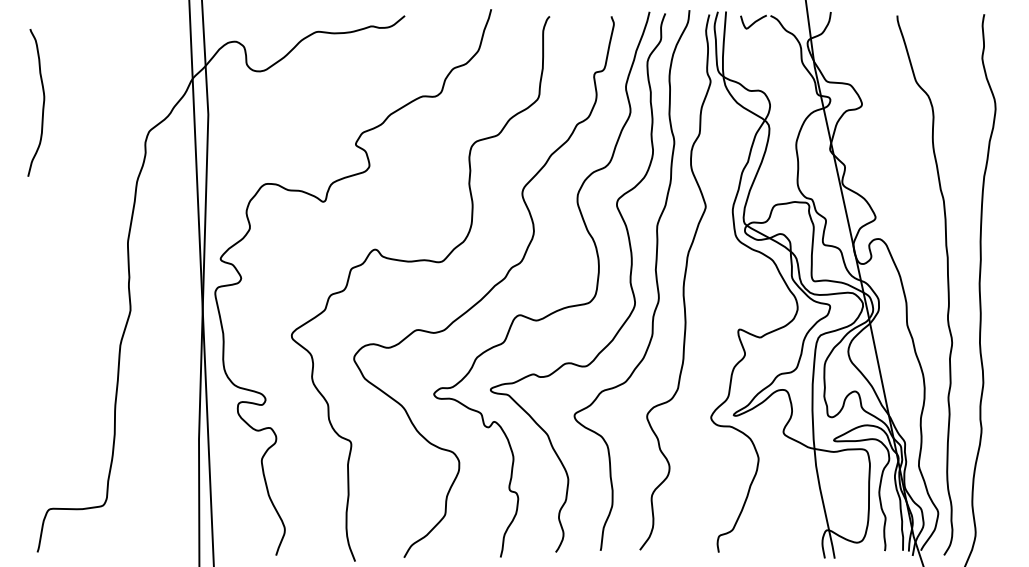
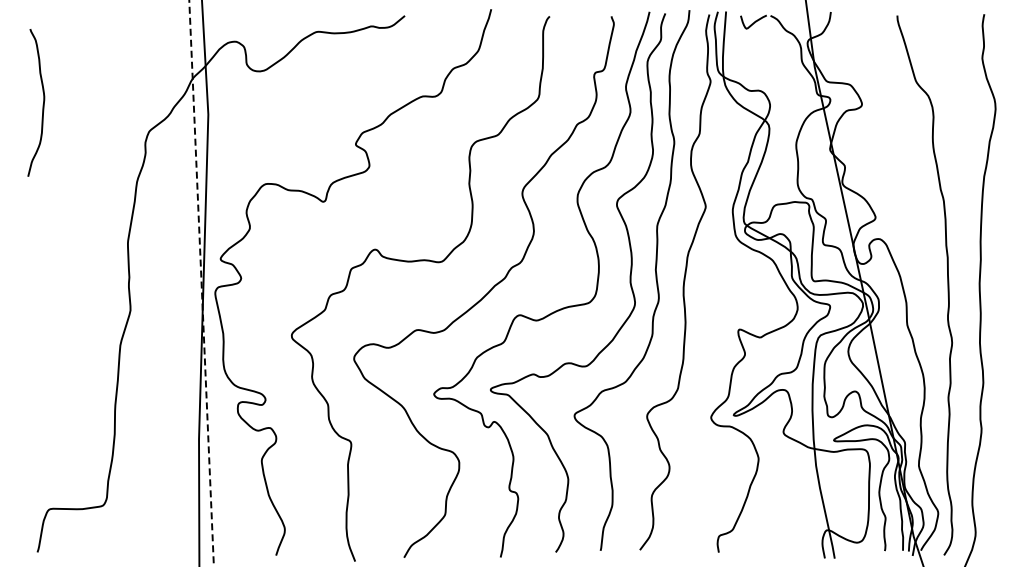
line at (201, 282): solid -> dashed
